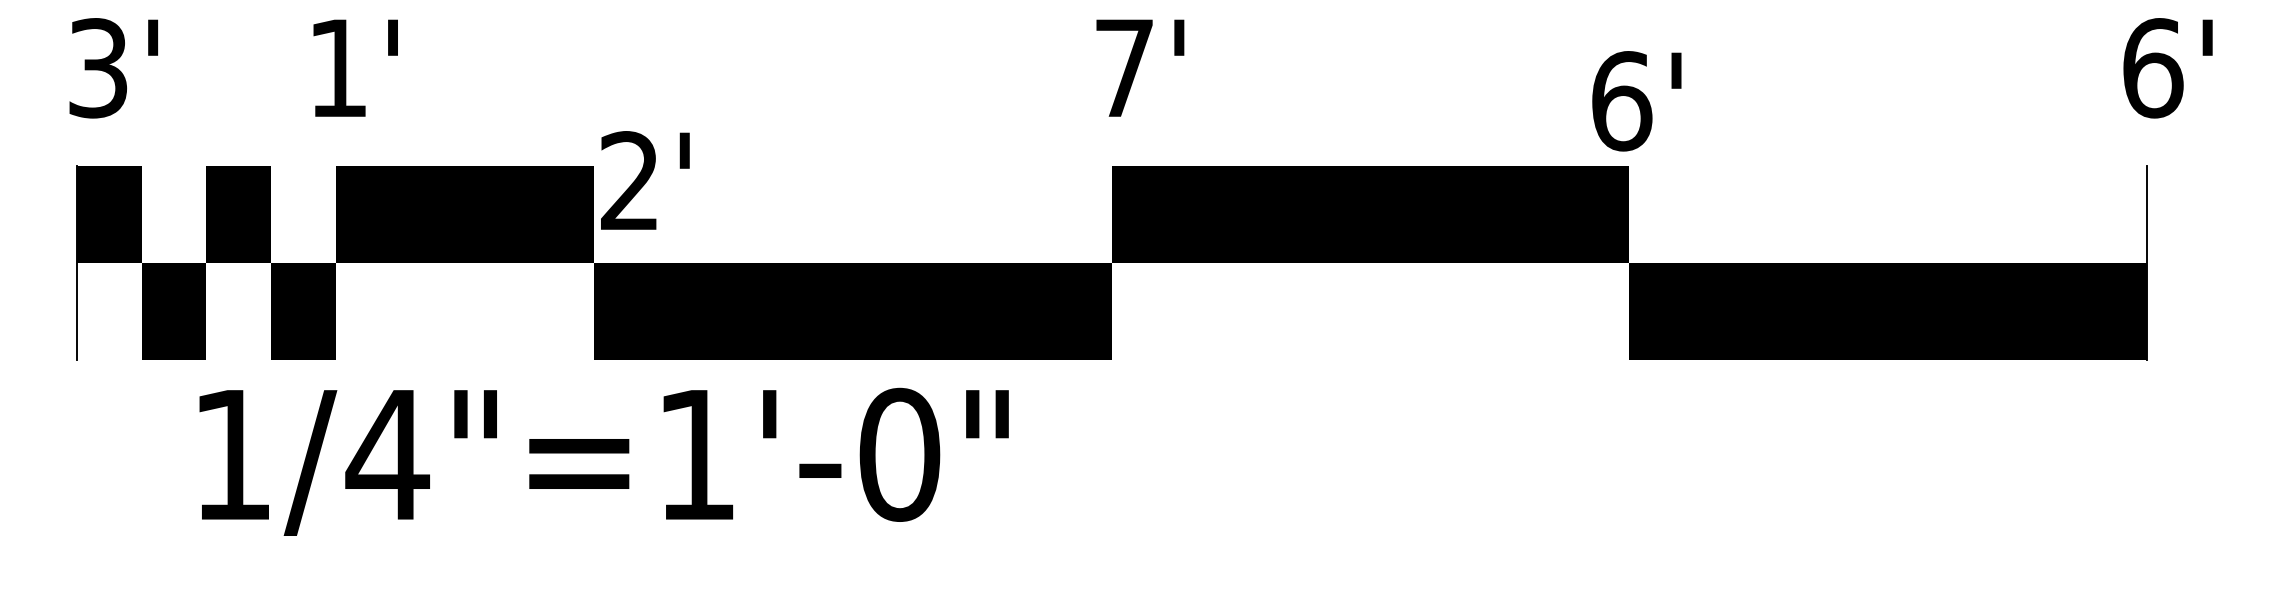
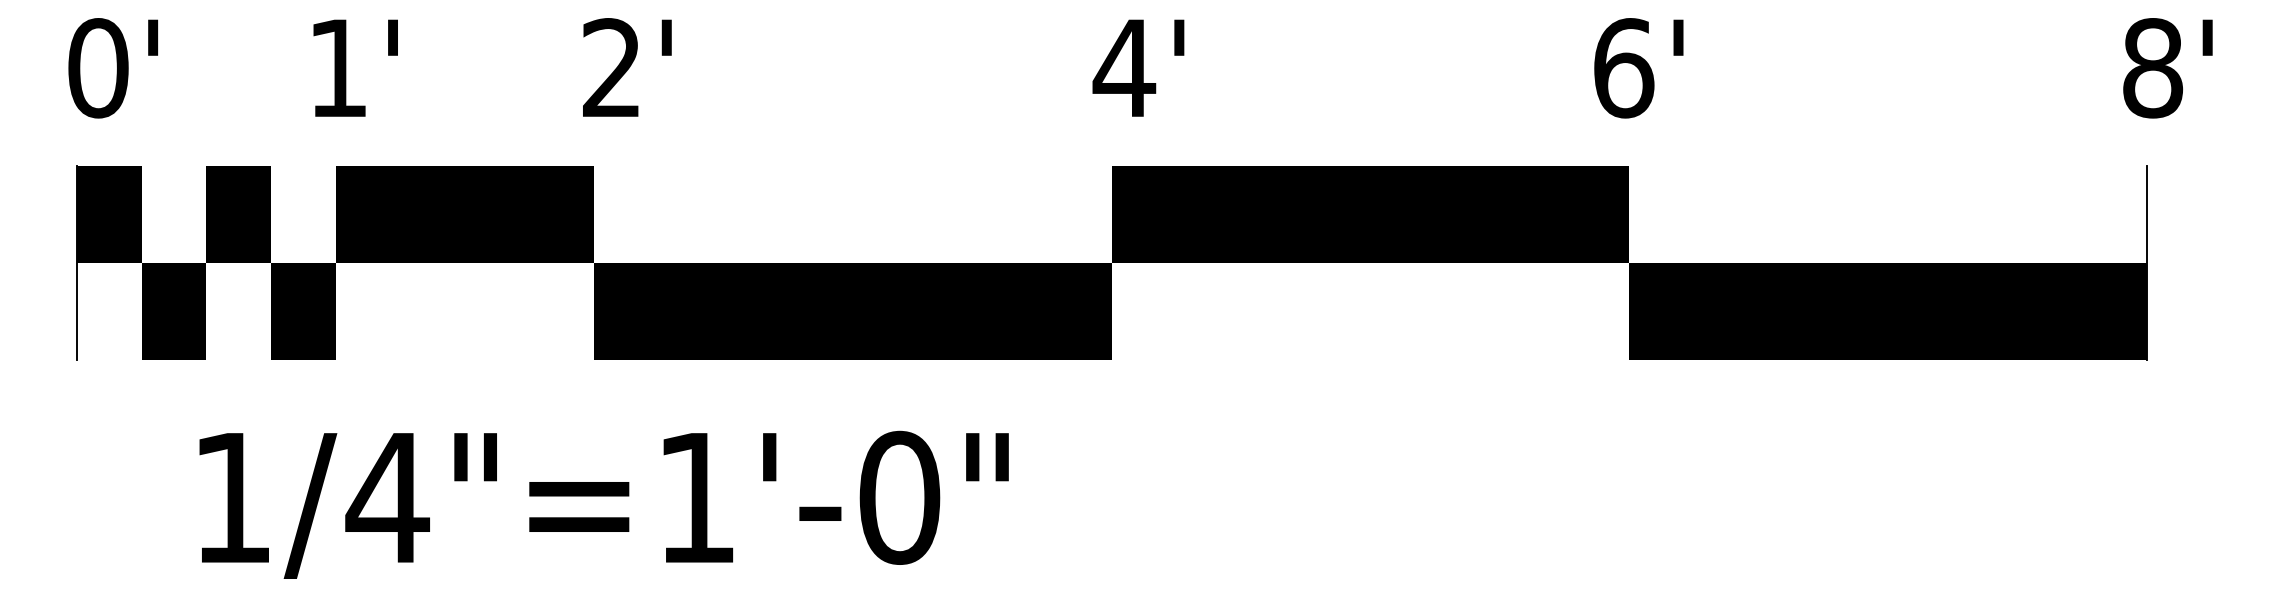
text at (1124, 67): 7' -> 4'
text at (98, 68): 3' -> 0'
text at (2153, 68): 6' -> 8'
text at (1636, 101) position: (1636, 101) -> (1638, 68)
text at (645, 180) position: (645, 180) -> (627, 67)
text at (603, 461) position: (603, 461) -> (603, 504)
